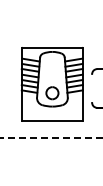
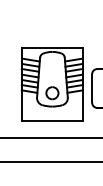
line at (92, 88): none -> present
line at (51, 137): dashed -> solid
line at (50, 162): none -> present
